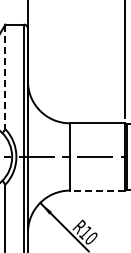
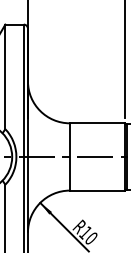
line at (5, 77): dashed -> solid
line at (96, 190): dashed -> solid
